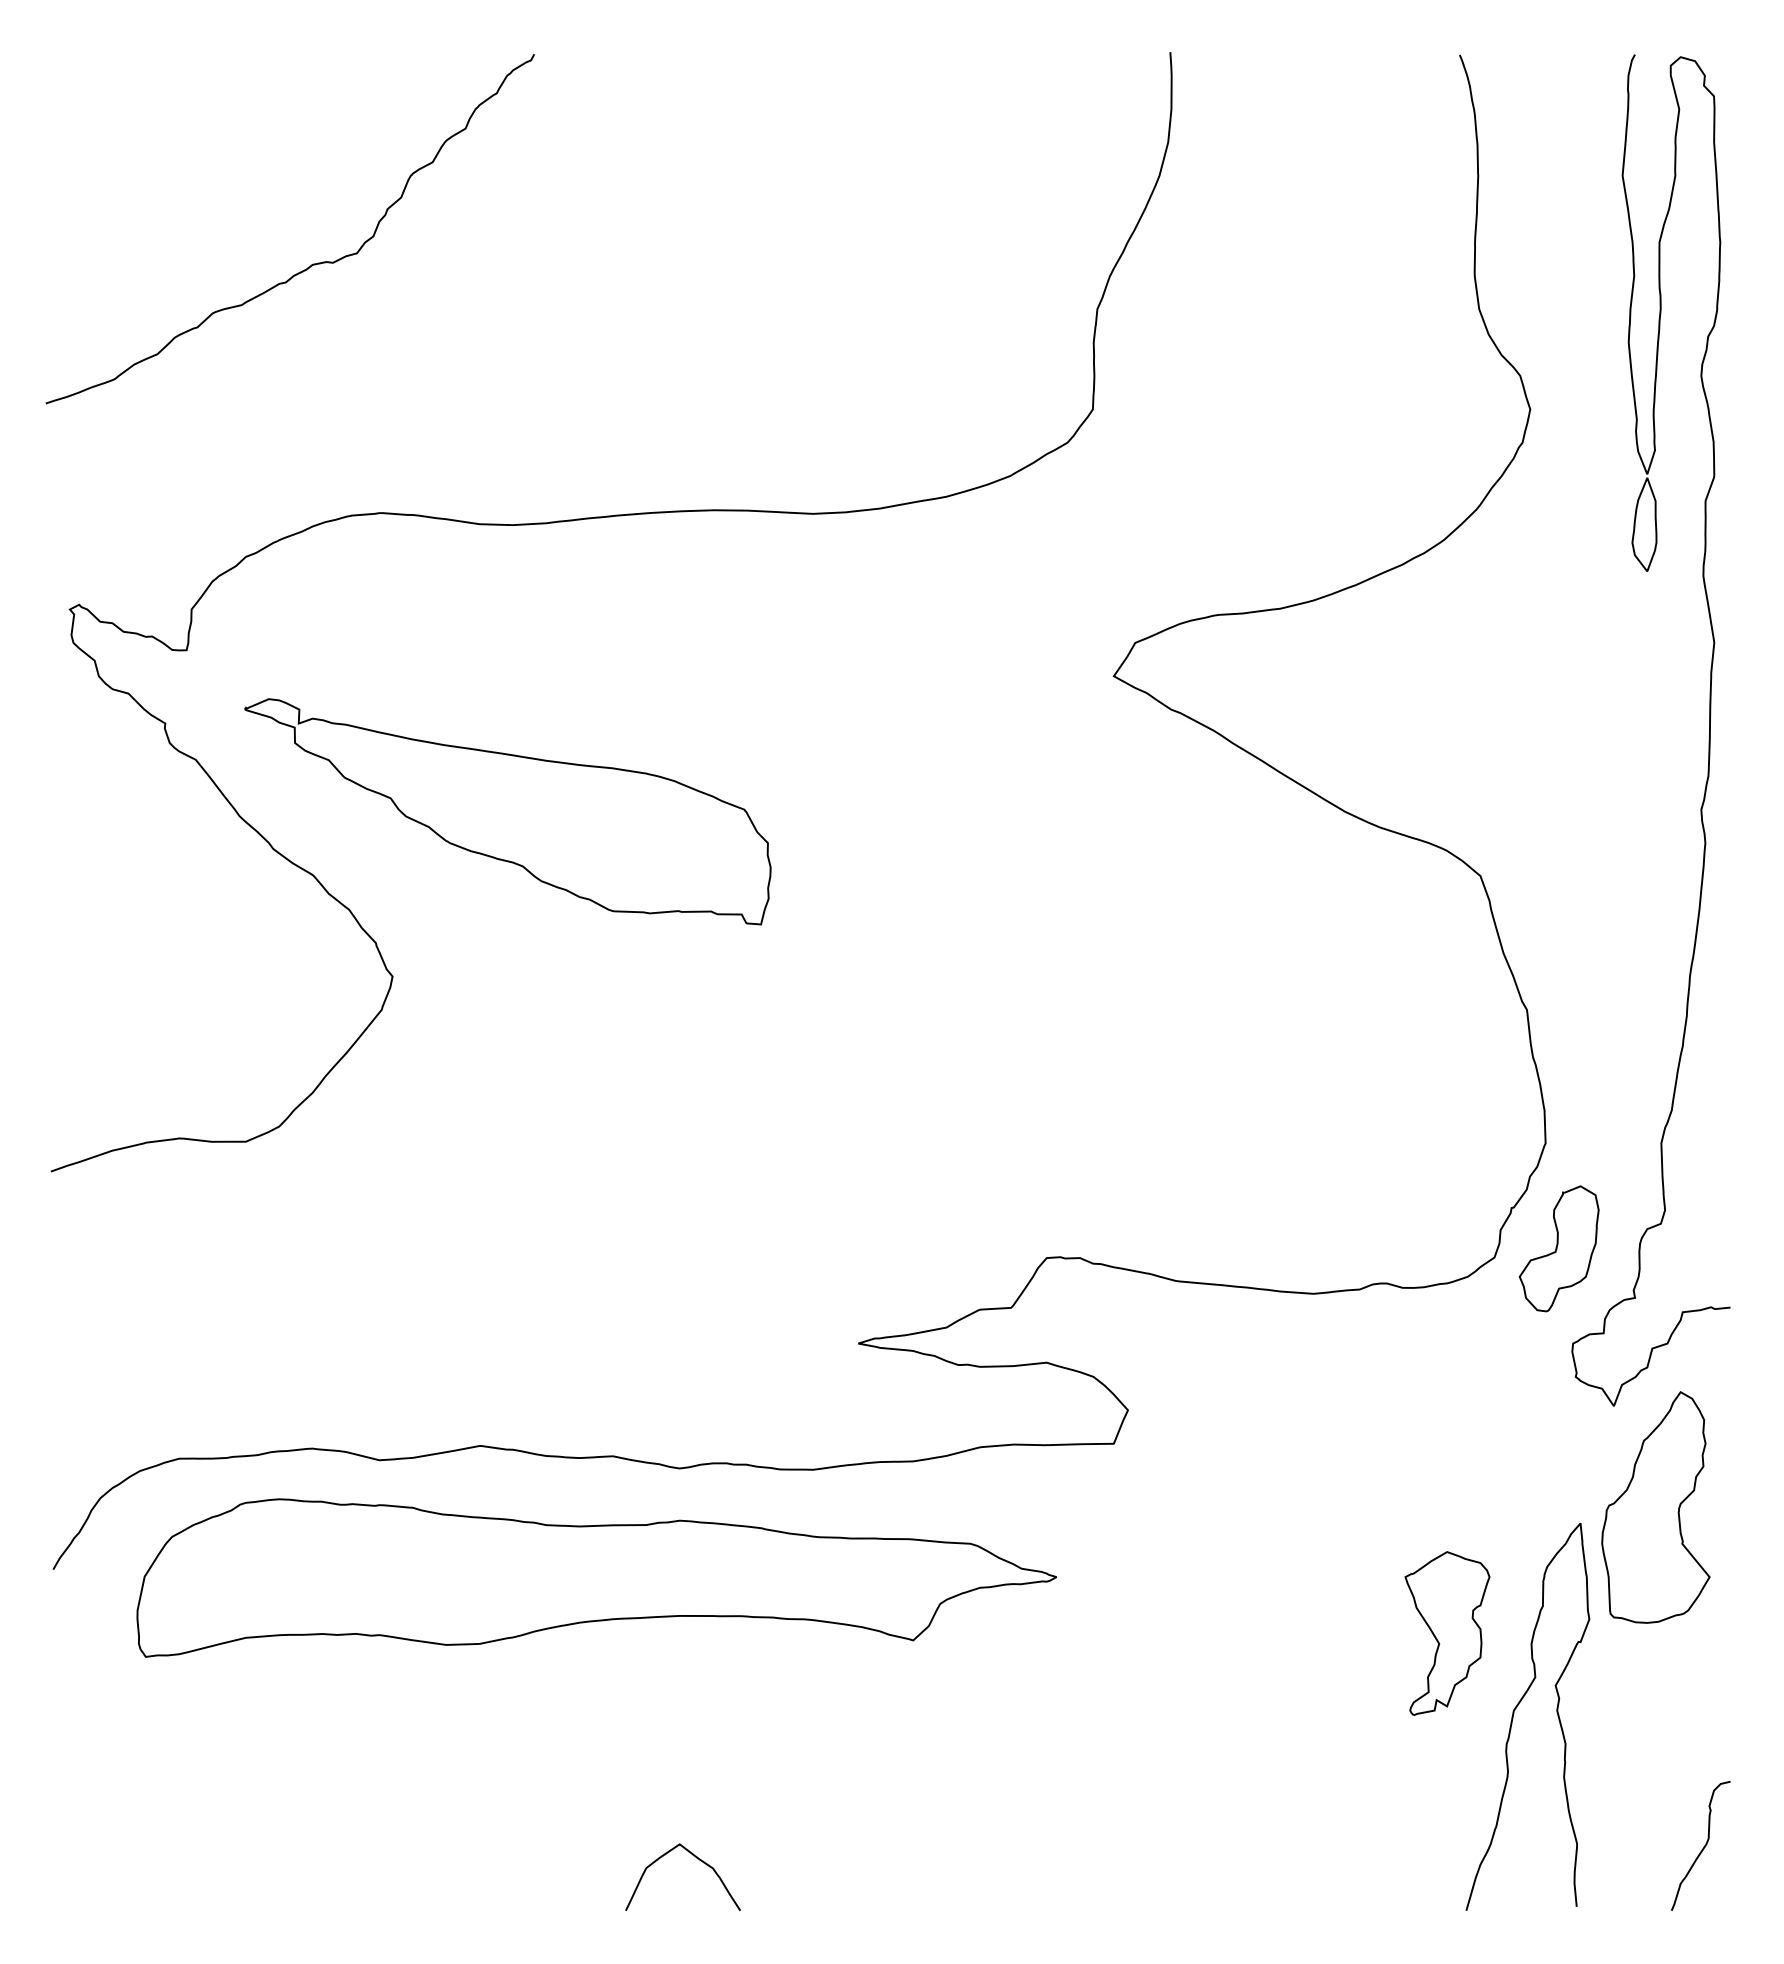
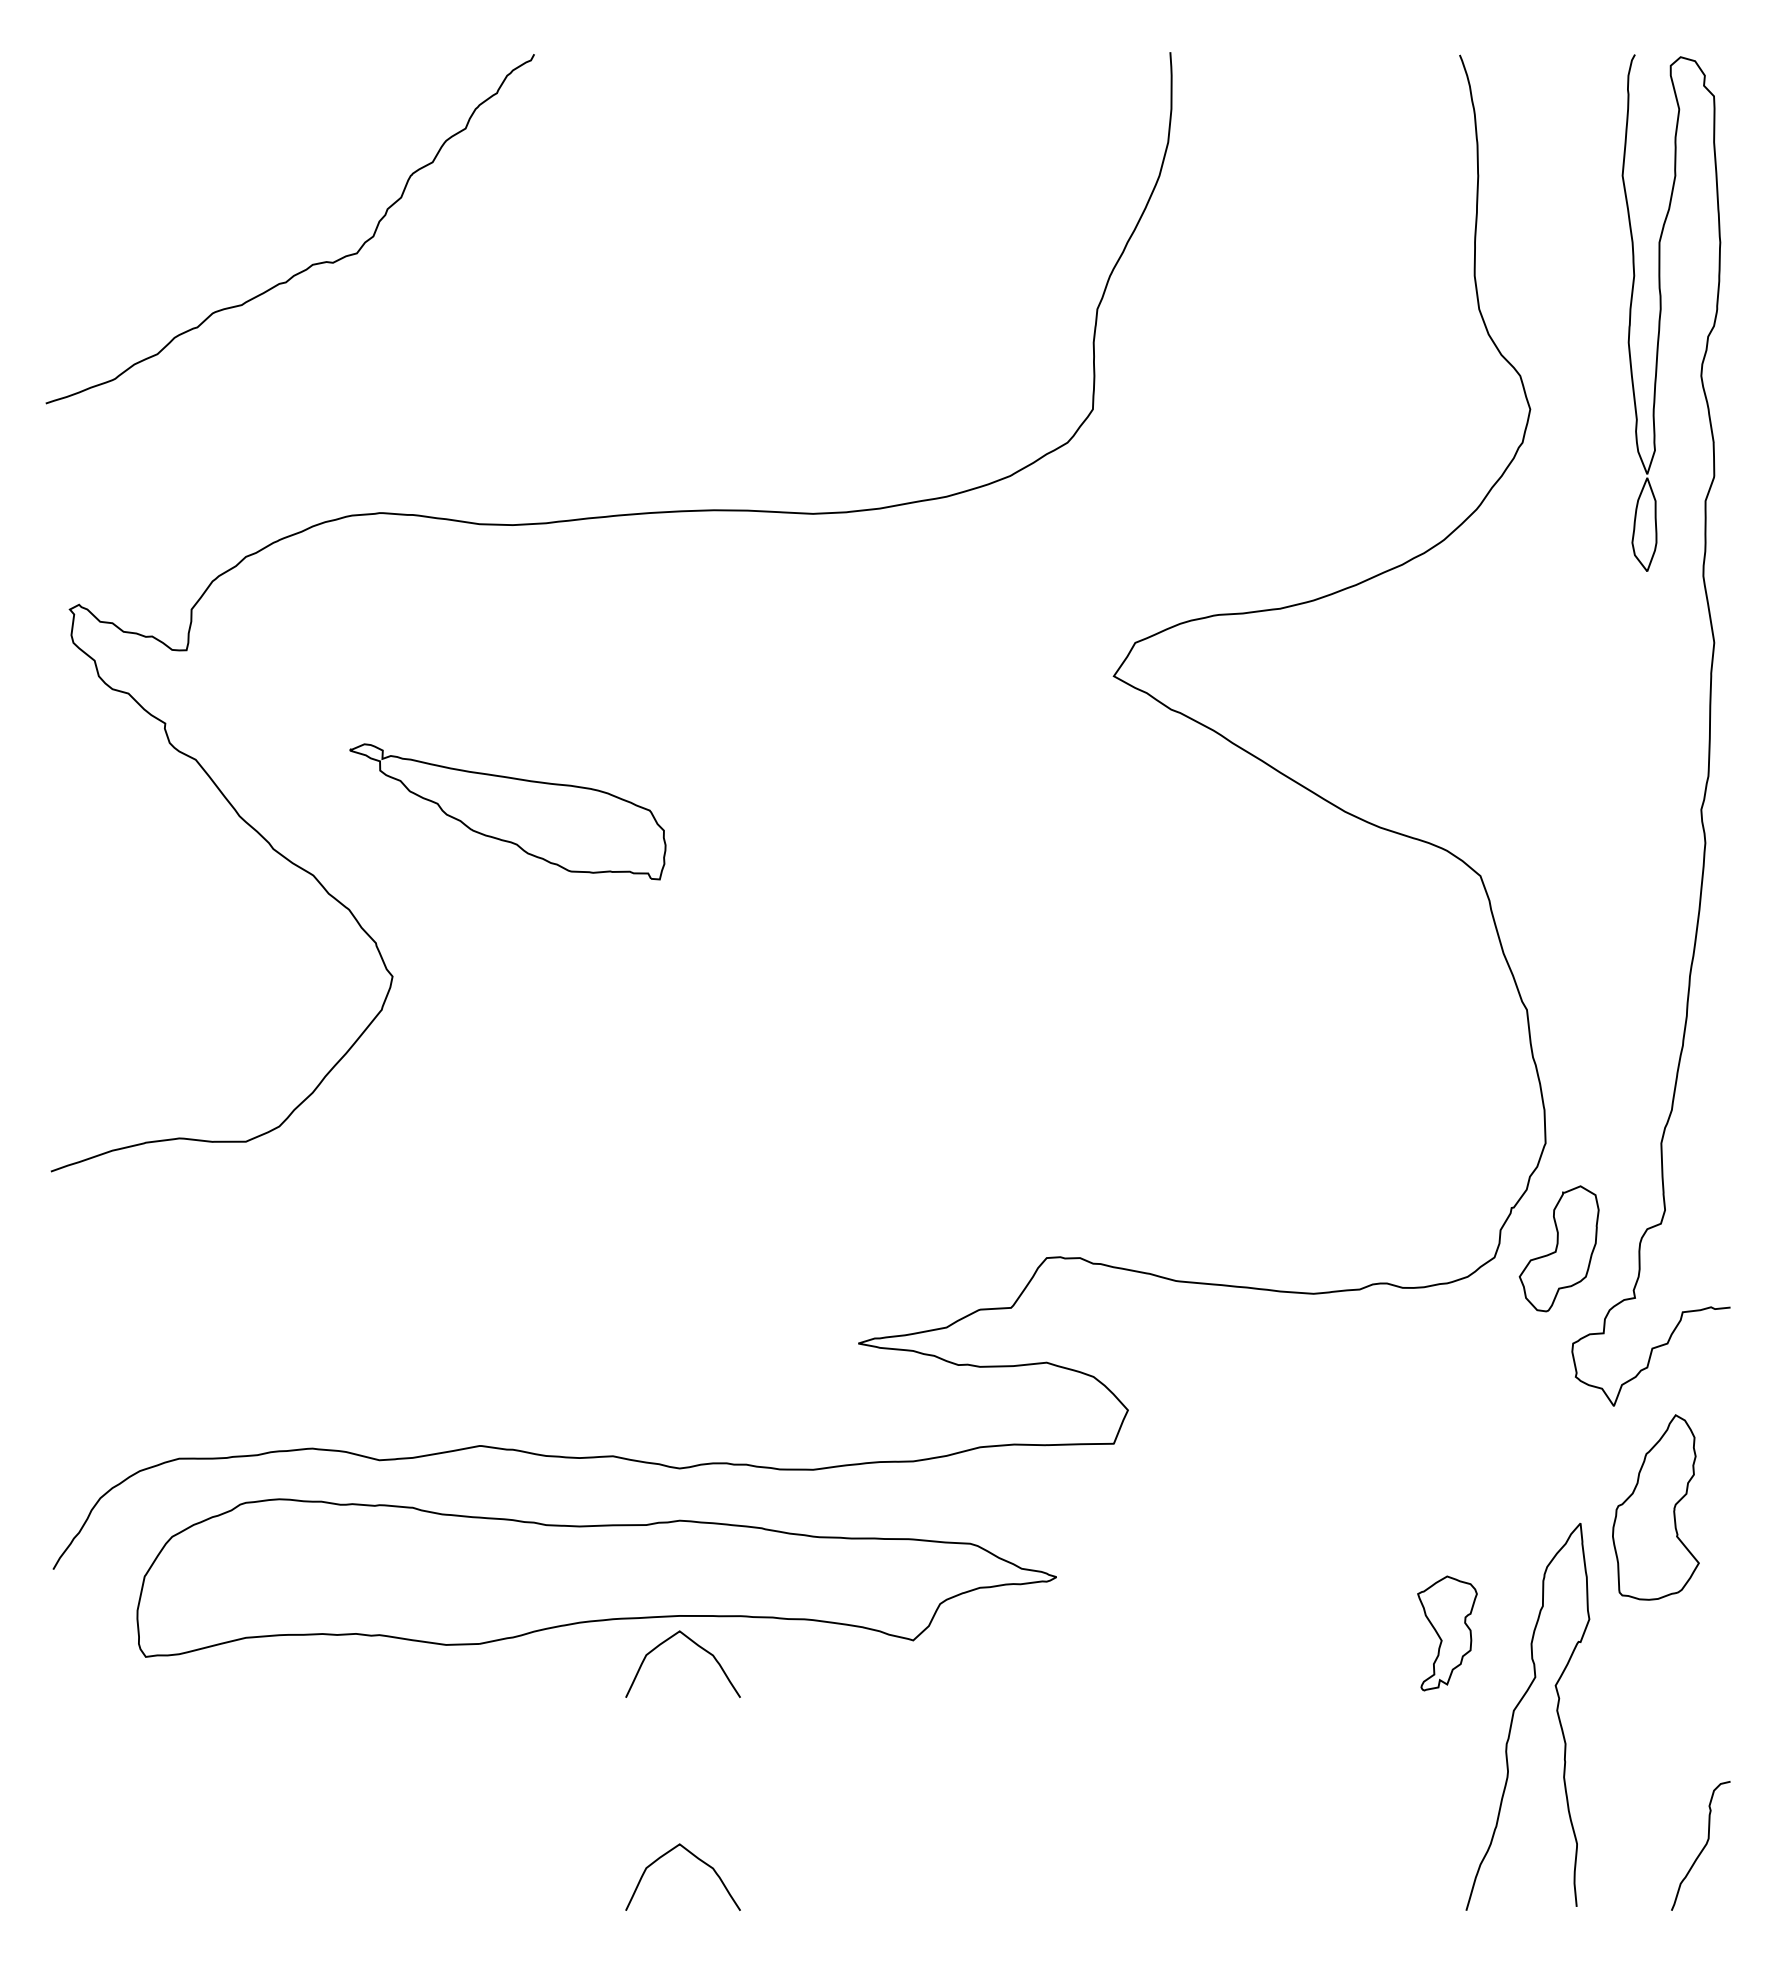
part at (507, 811) size: 528x228 px -> 318x138 px
part at (1655, 1507) size: 110x233 px -> 88x187 px
part at (1447, 1633) size: 87x165 px -> 61x117 px
curve at (697, 1646): none -> present
